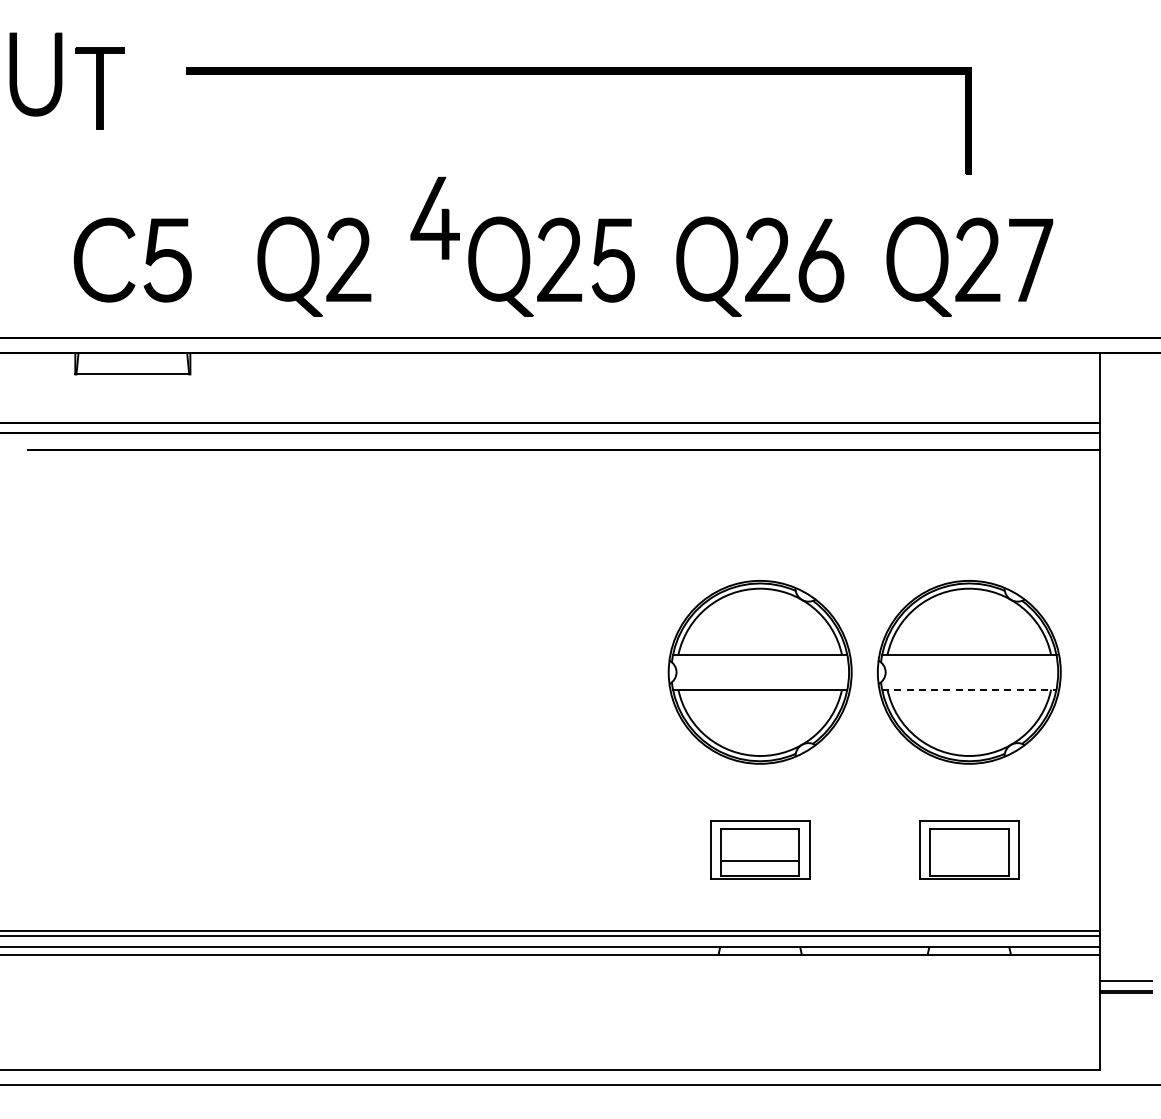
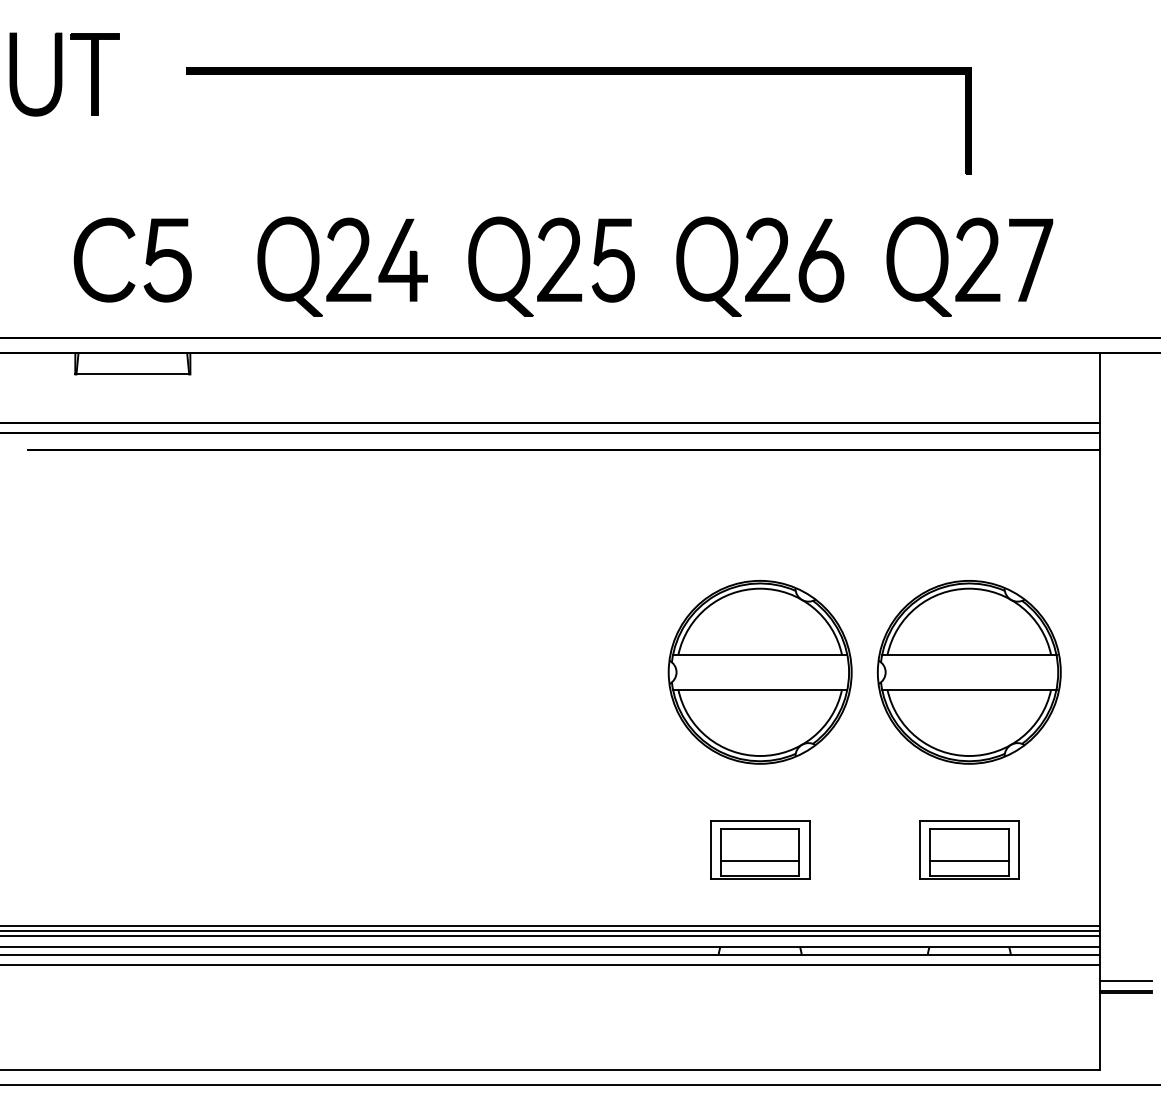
part at (99, 88) position: (99, 88) -> (94, 74)
part at (428, 214) position: (428, 214) -> (396, 256)
line at (969, 689): dashed -> solid
line at (969, 860): none -> present
line at (551, 925): none -> present
line at (551, 965): none -> present
